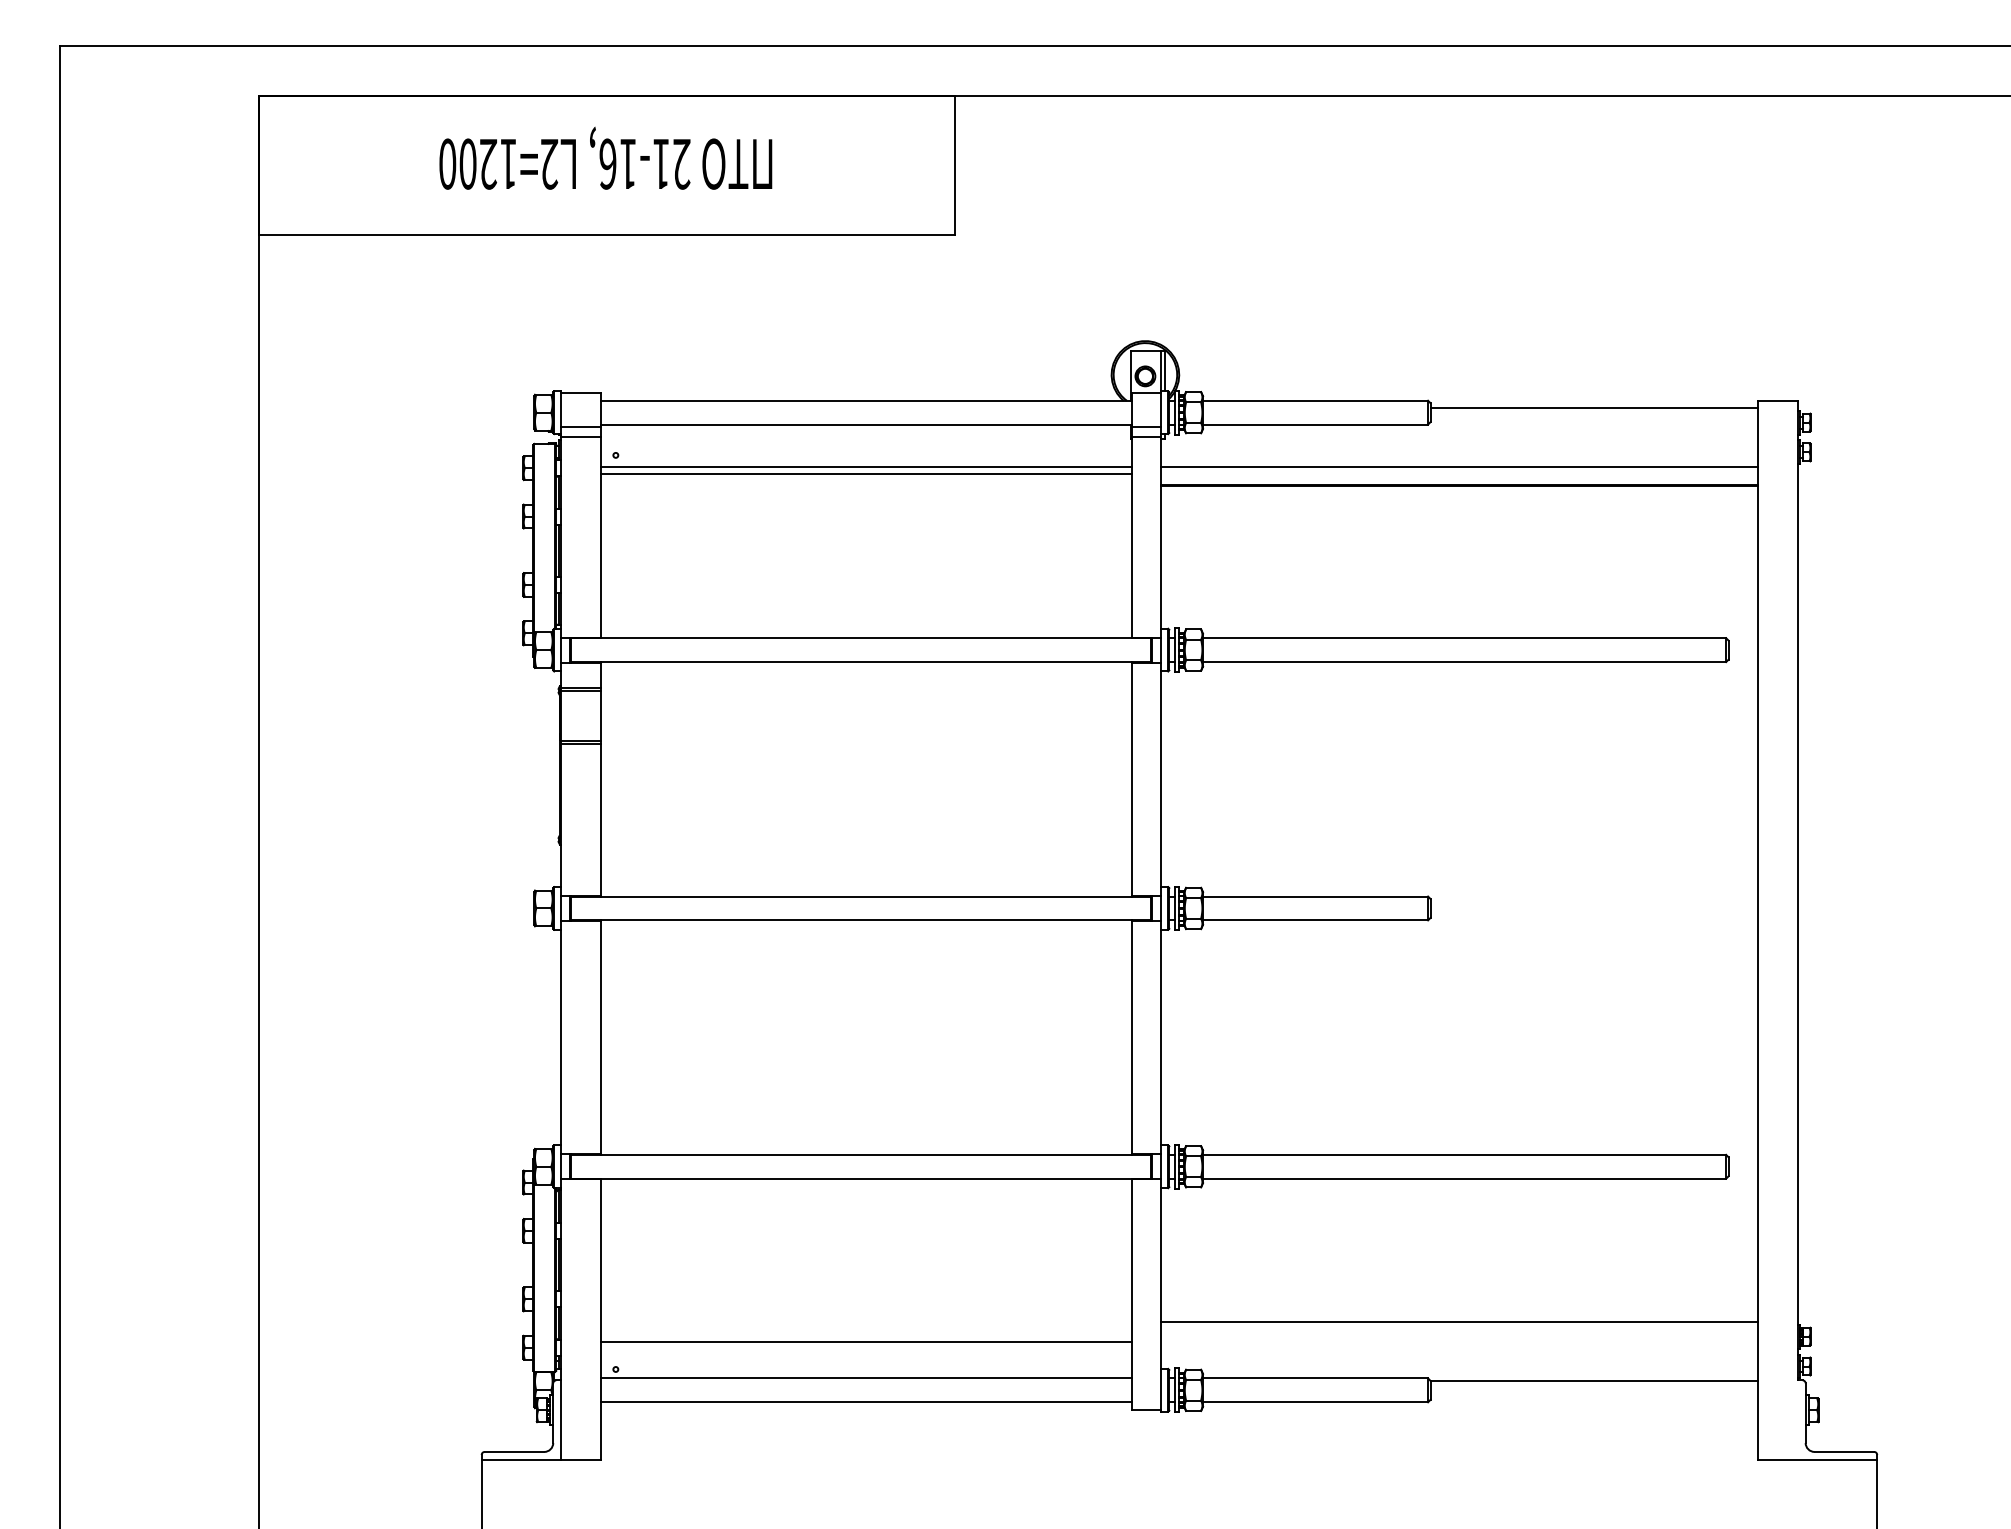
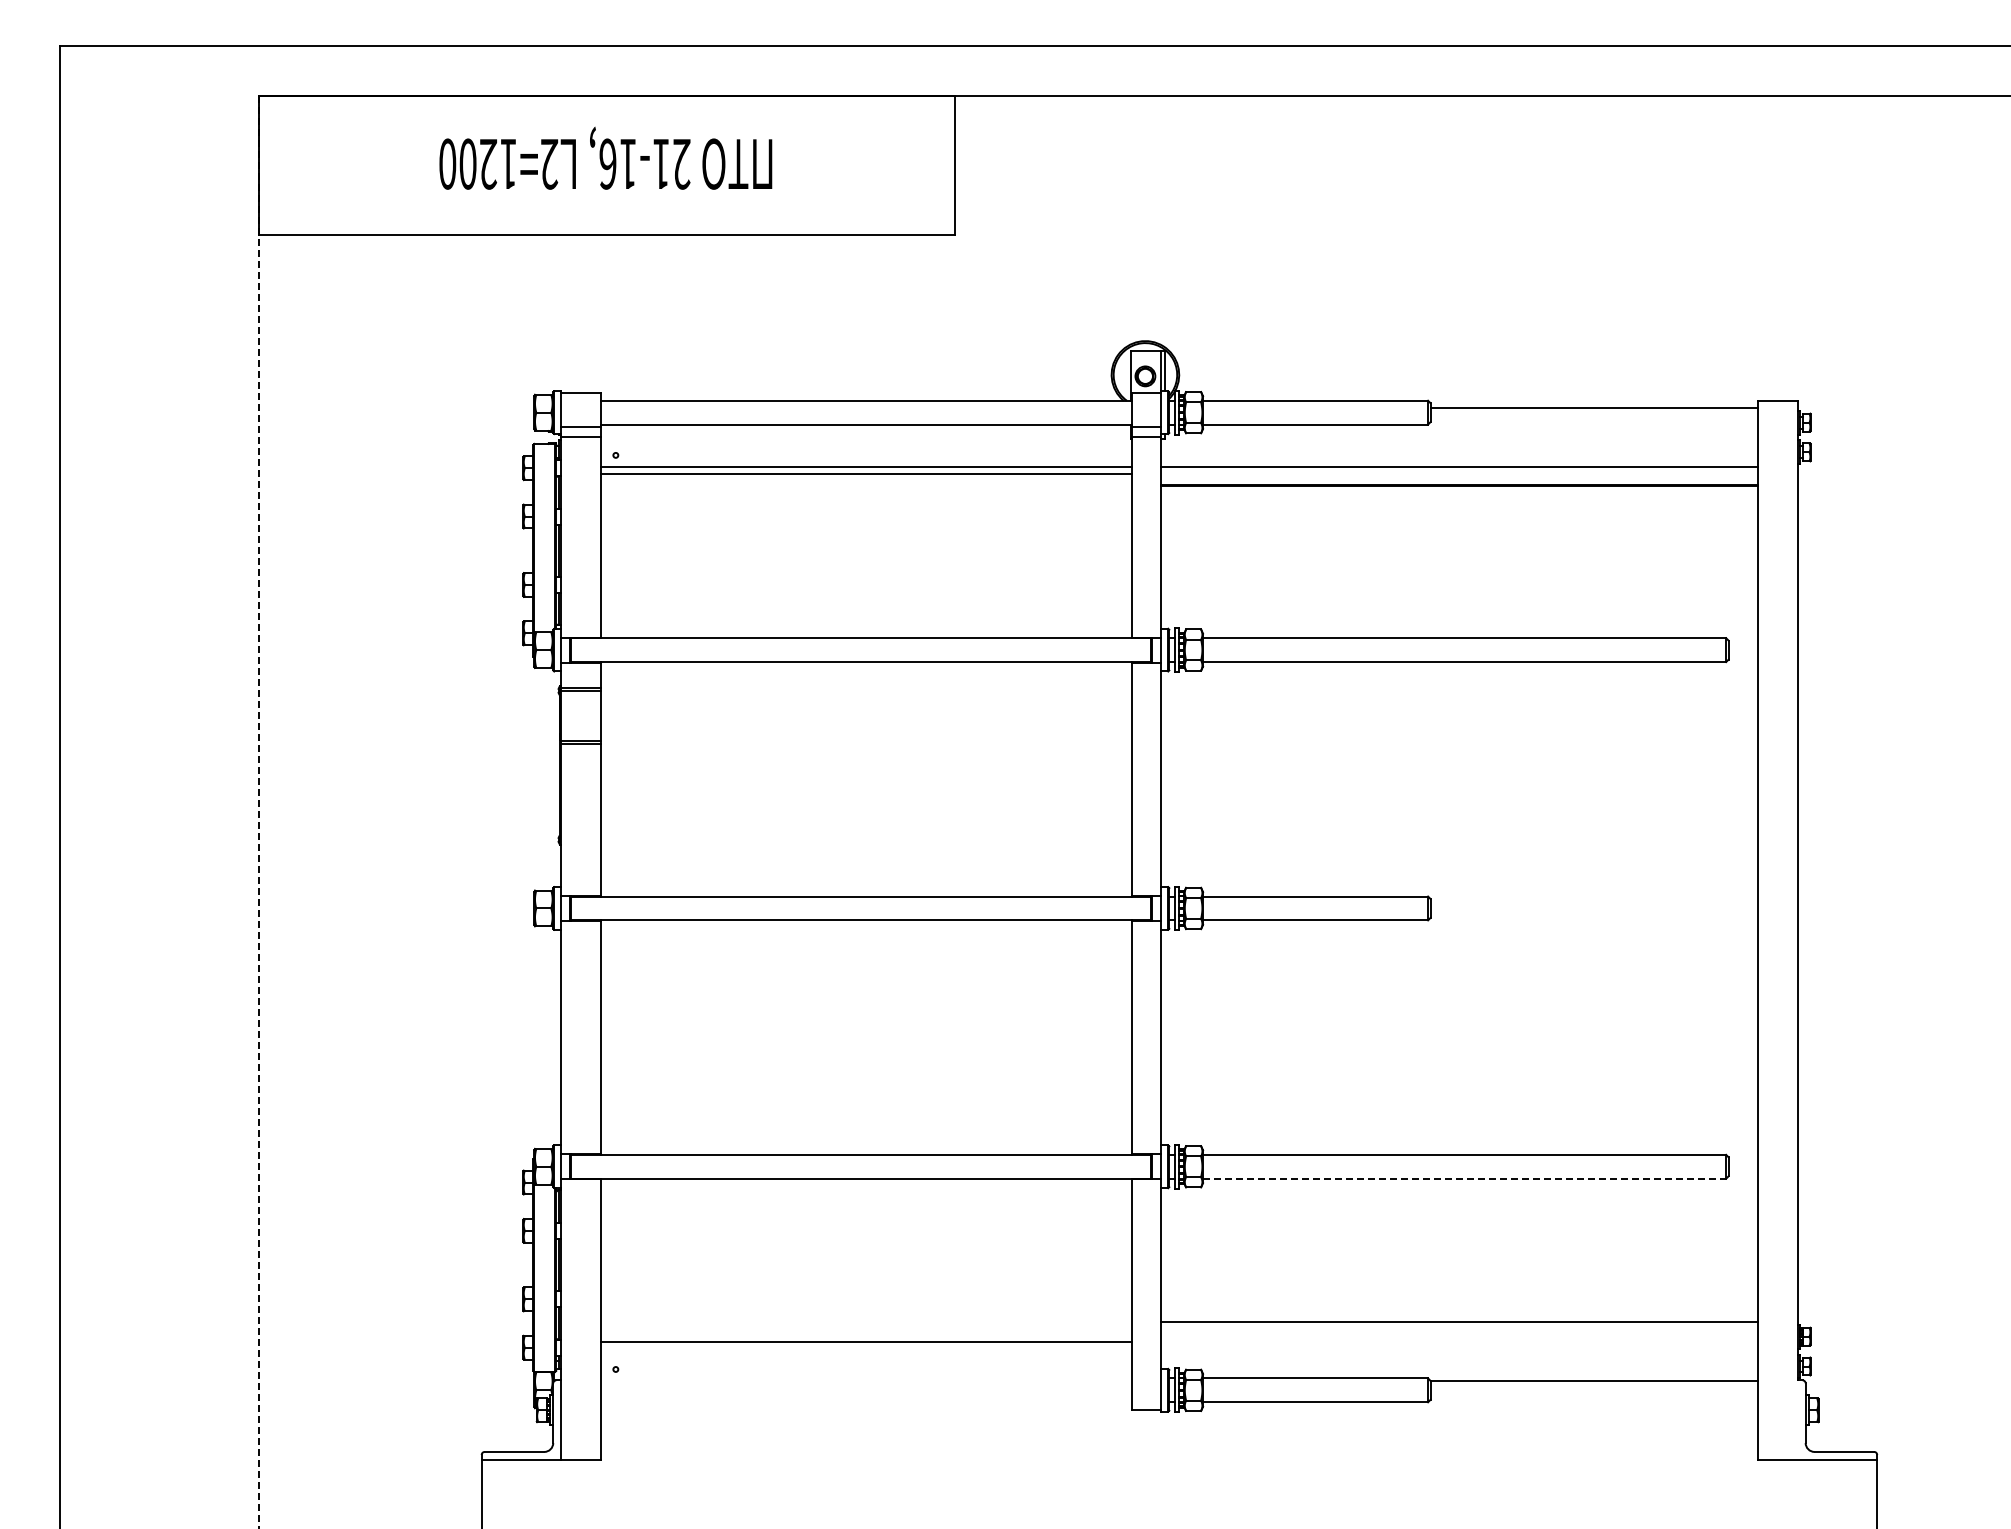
line at (259, 812): solid -> dashed
line at (1464, 1178): solid -> dashed
line at (865, 1378): present -> none
line at (865, 1402): present -> none
